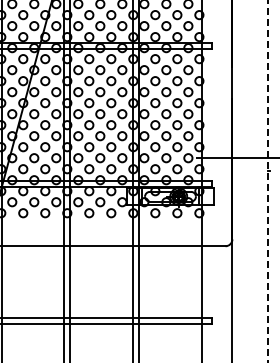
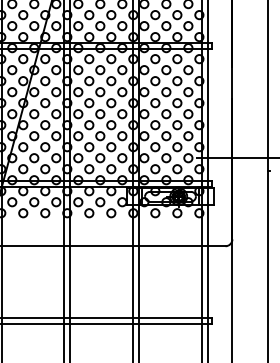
line at (207, 180): none -> present
line at (268, 181): dashed -> solid
